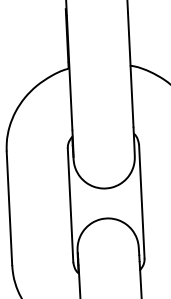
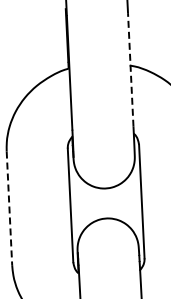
line at (130, 69): solid -> dashed
line at (9, 208): solid -> dashed
